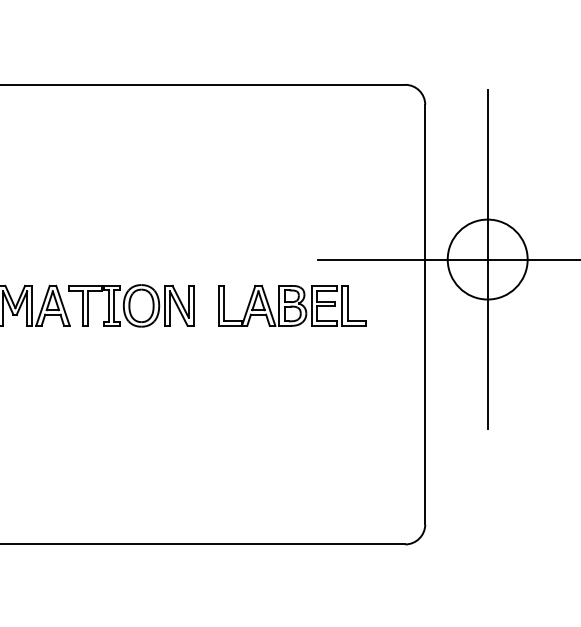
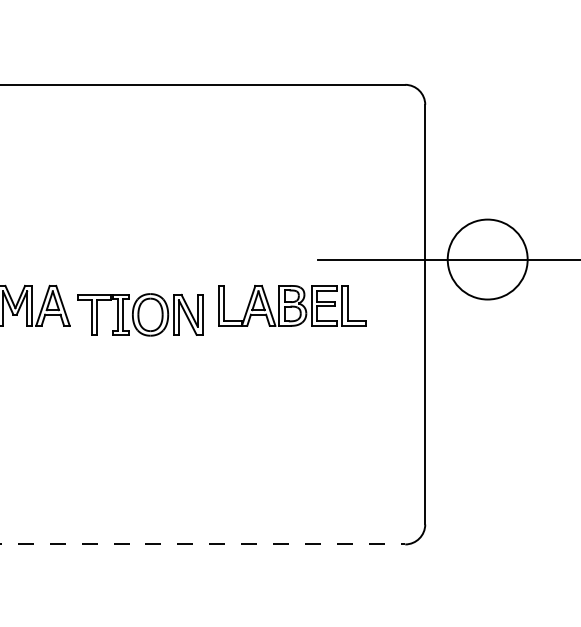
line at (487, 259): present -> none
part at (131, 305) position: (131, 305) -> (140, 314)
line at (203, 544): solid -> dashed
